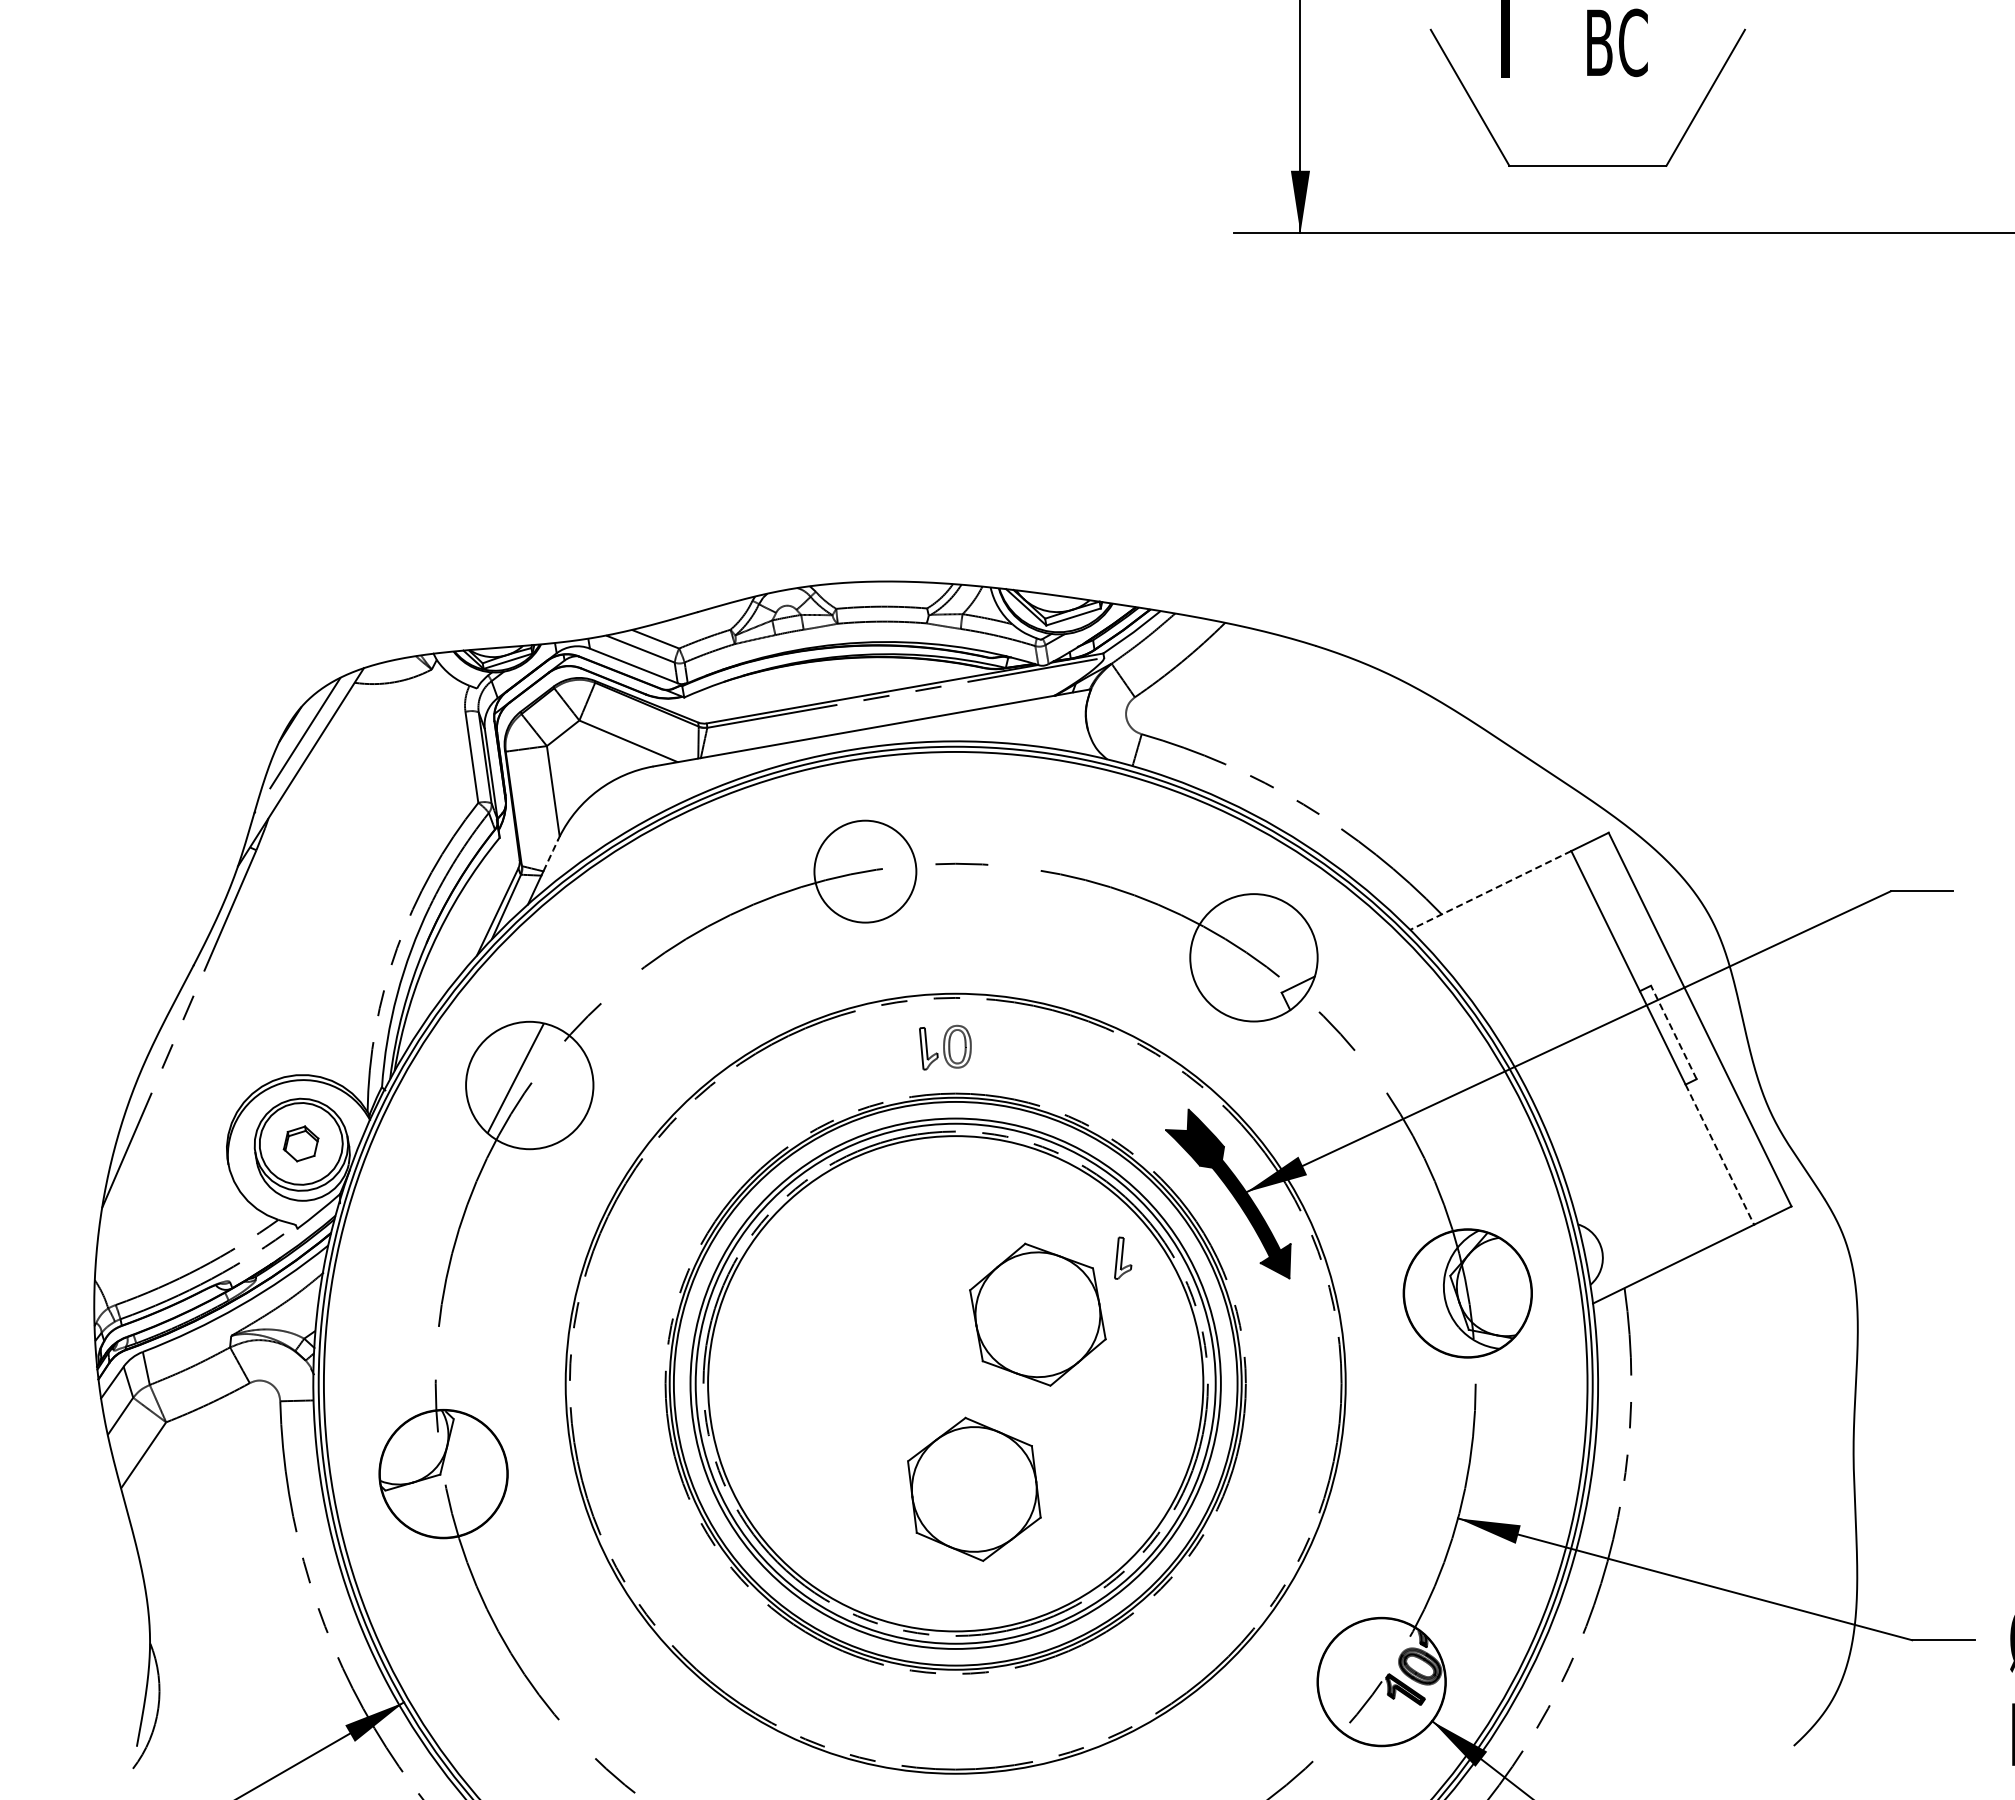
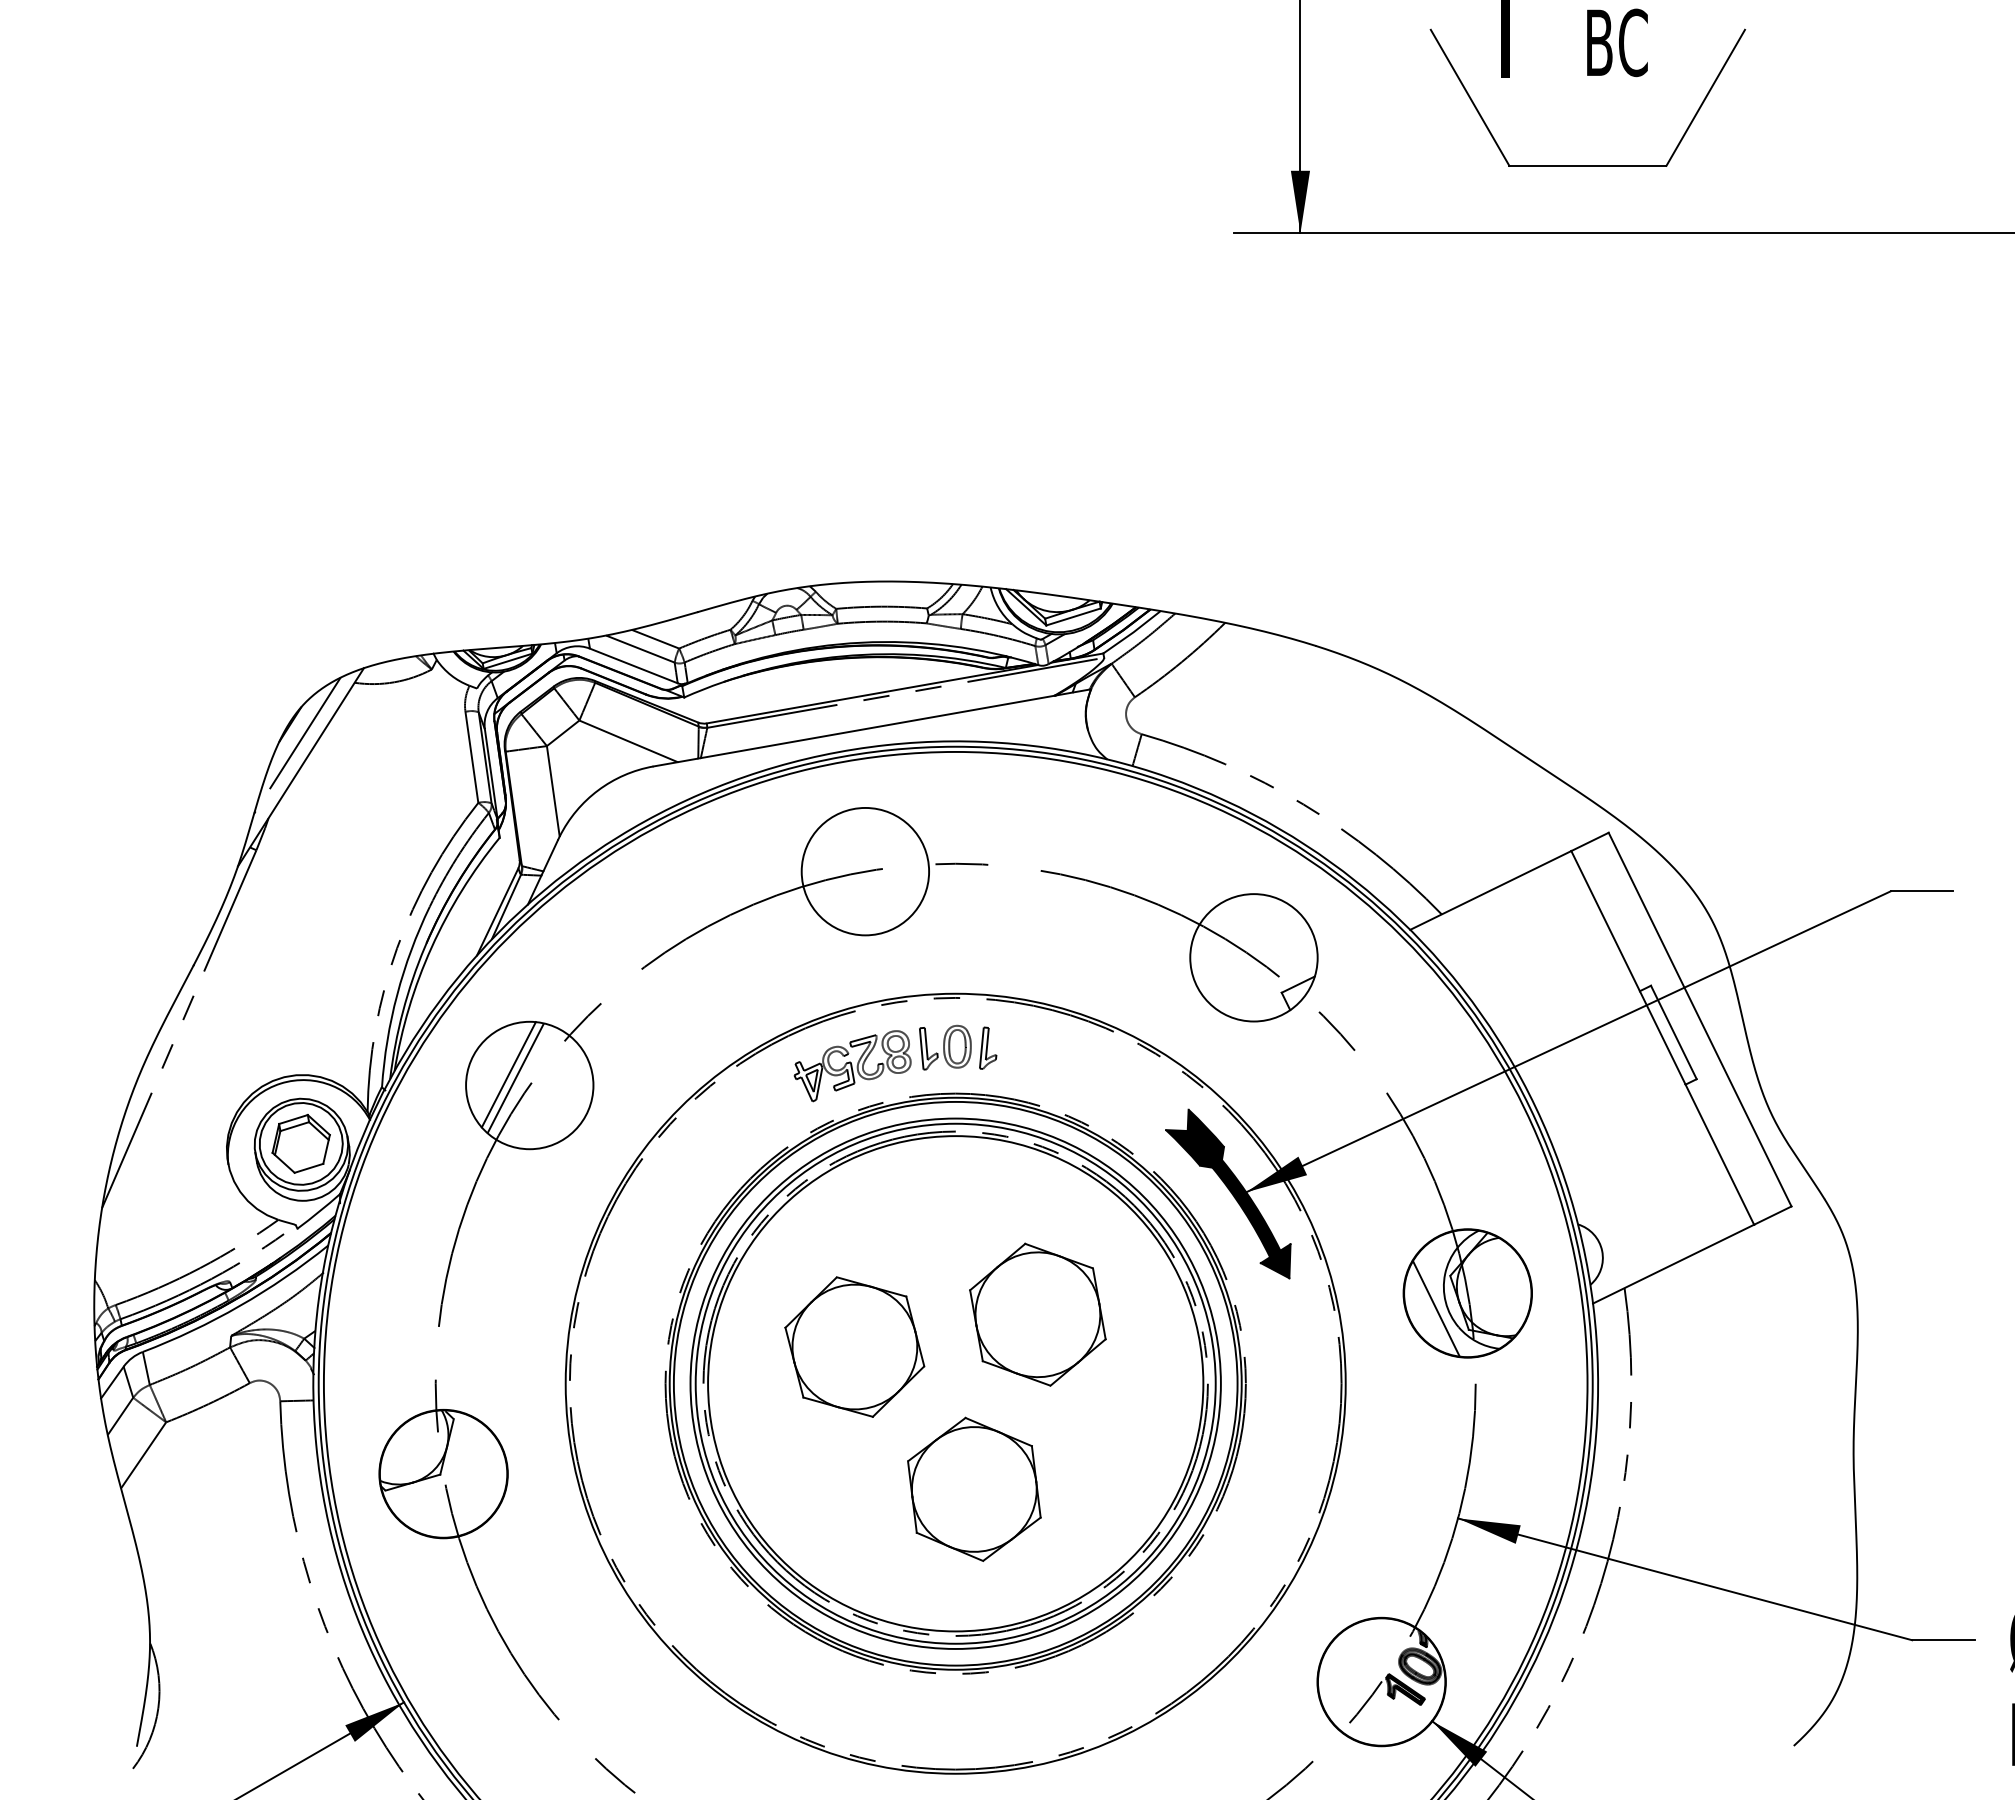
line at (551, 855): dashed -> solid
circle at (865, 871) diameter: 102 px -> 127 px
line at (1490, 890): dashed -> solid
line at (1673, 1032): dashed -> solid
part at (852, 1066): none -> present
line at (508, 1074): none -> present
part at (300, 1143) size: 38x38 px -> 60x60 px
line at (1720, 1155): dashed -> solid
part at (1123, 1257) position: (1123, 1257) -> (988, 1047)
line at (1435, 1308): none -> present
part at (854, 1346): none -> present
